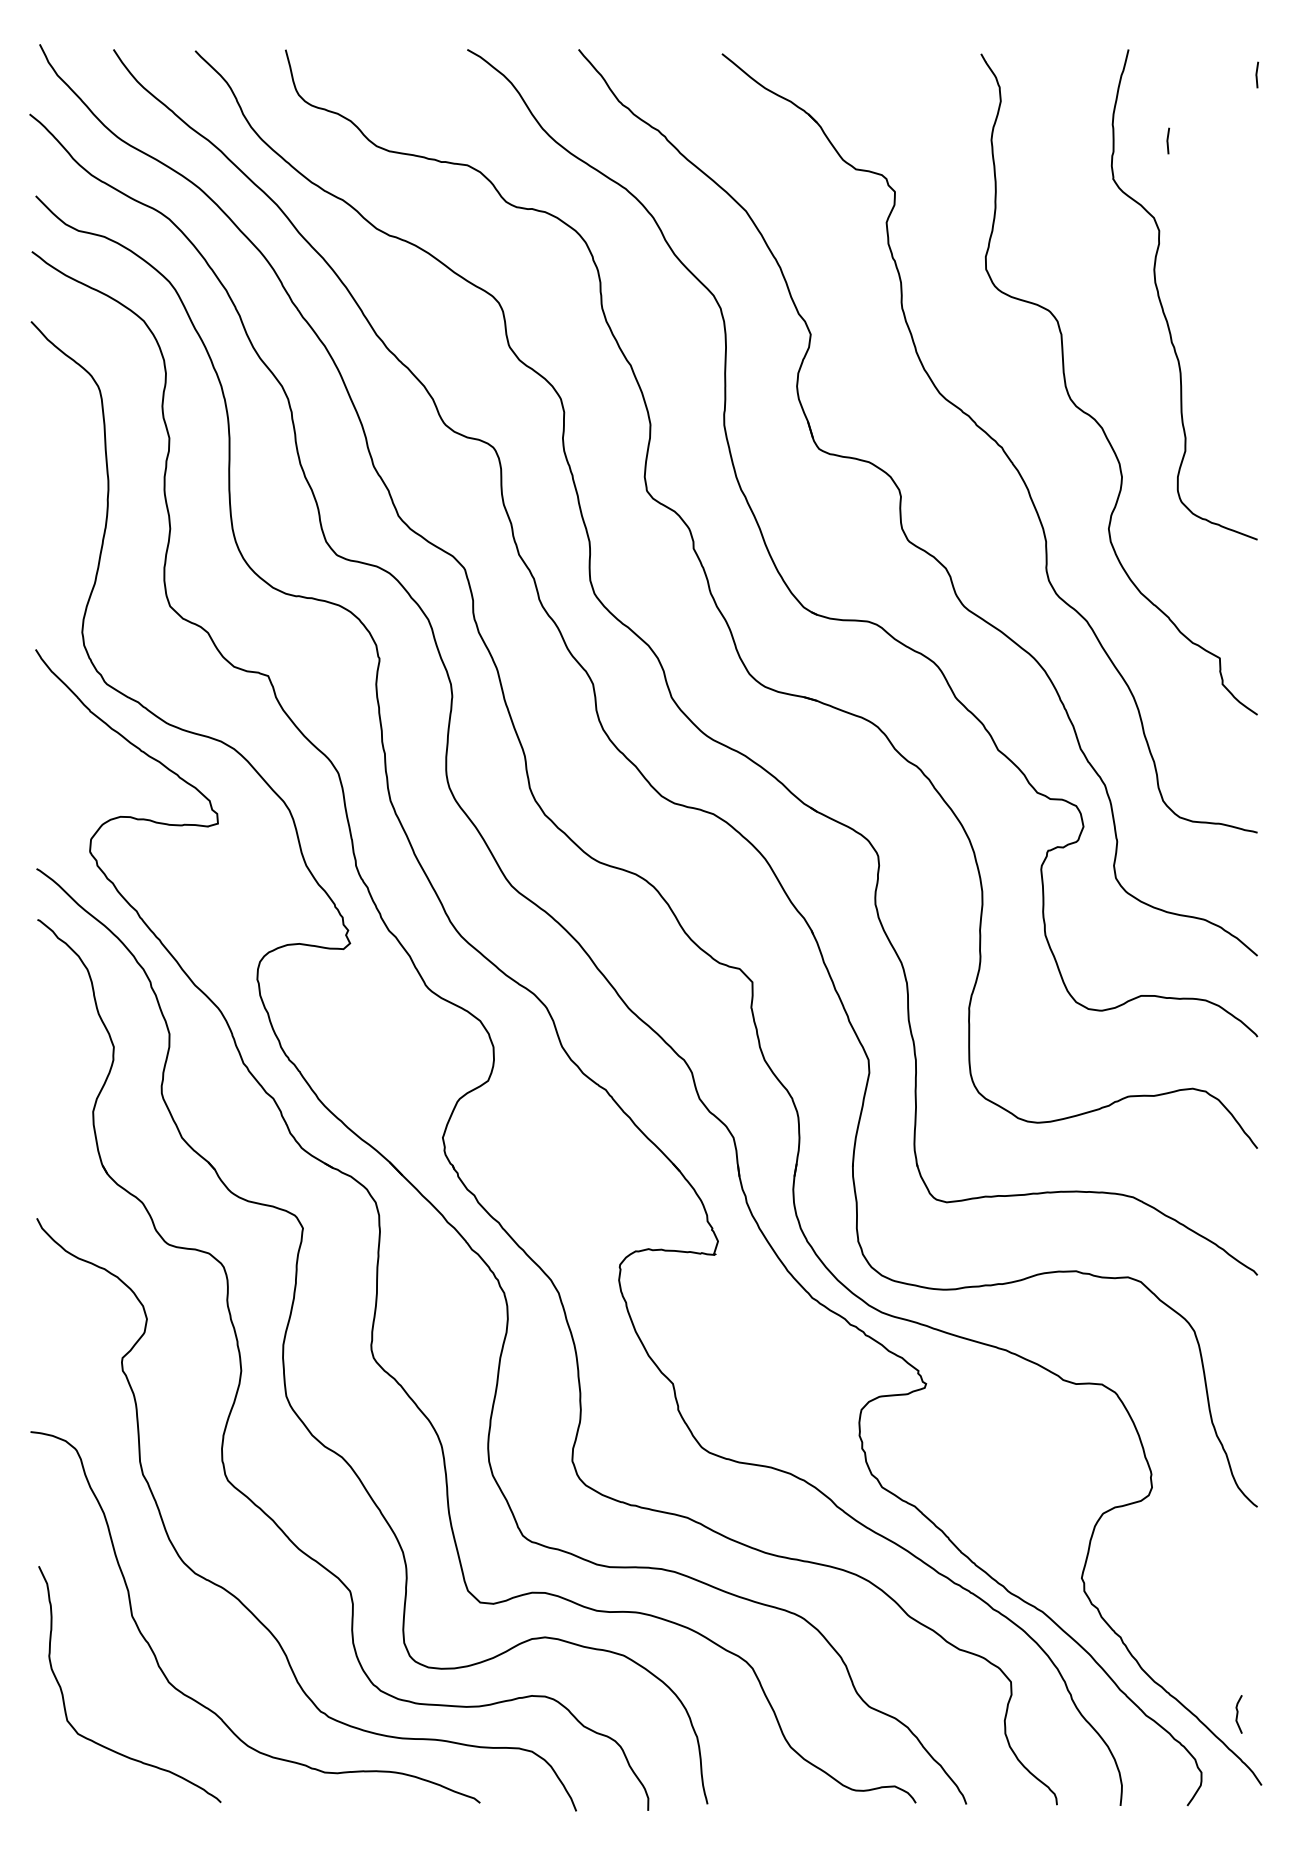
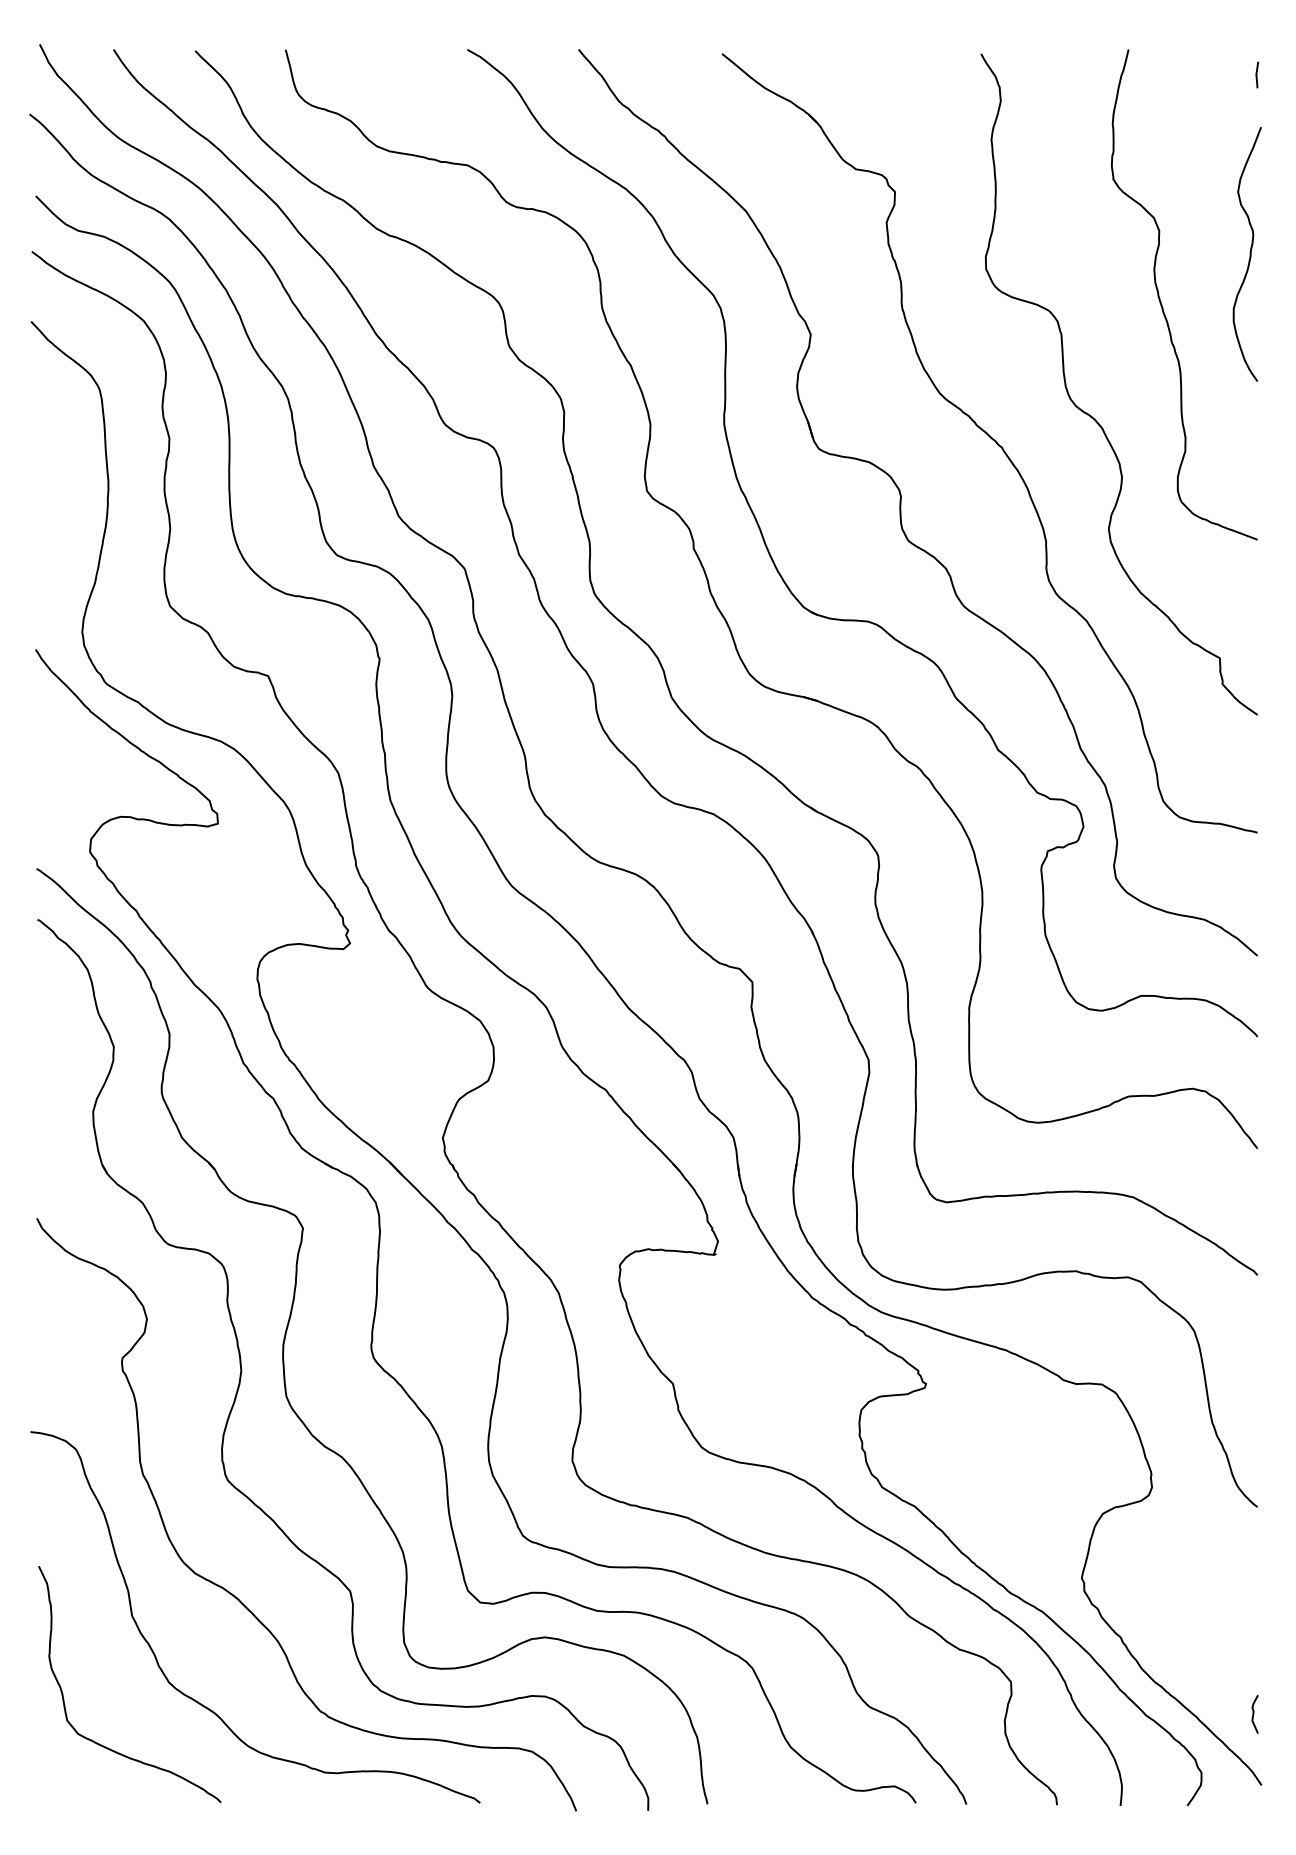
line at (1168, 140): present -> none
curve at (1249, 254): none -> present
curve at (1238, 1714) position: (1238, 1714) -> (1254, 1714)
